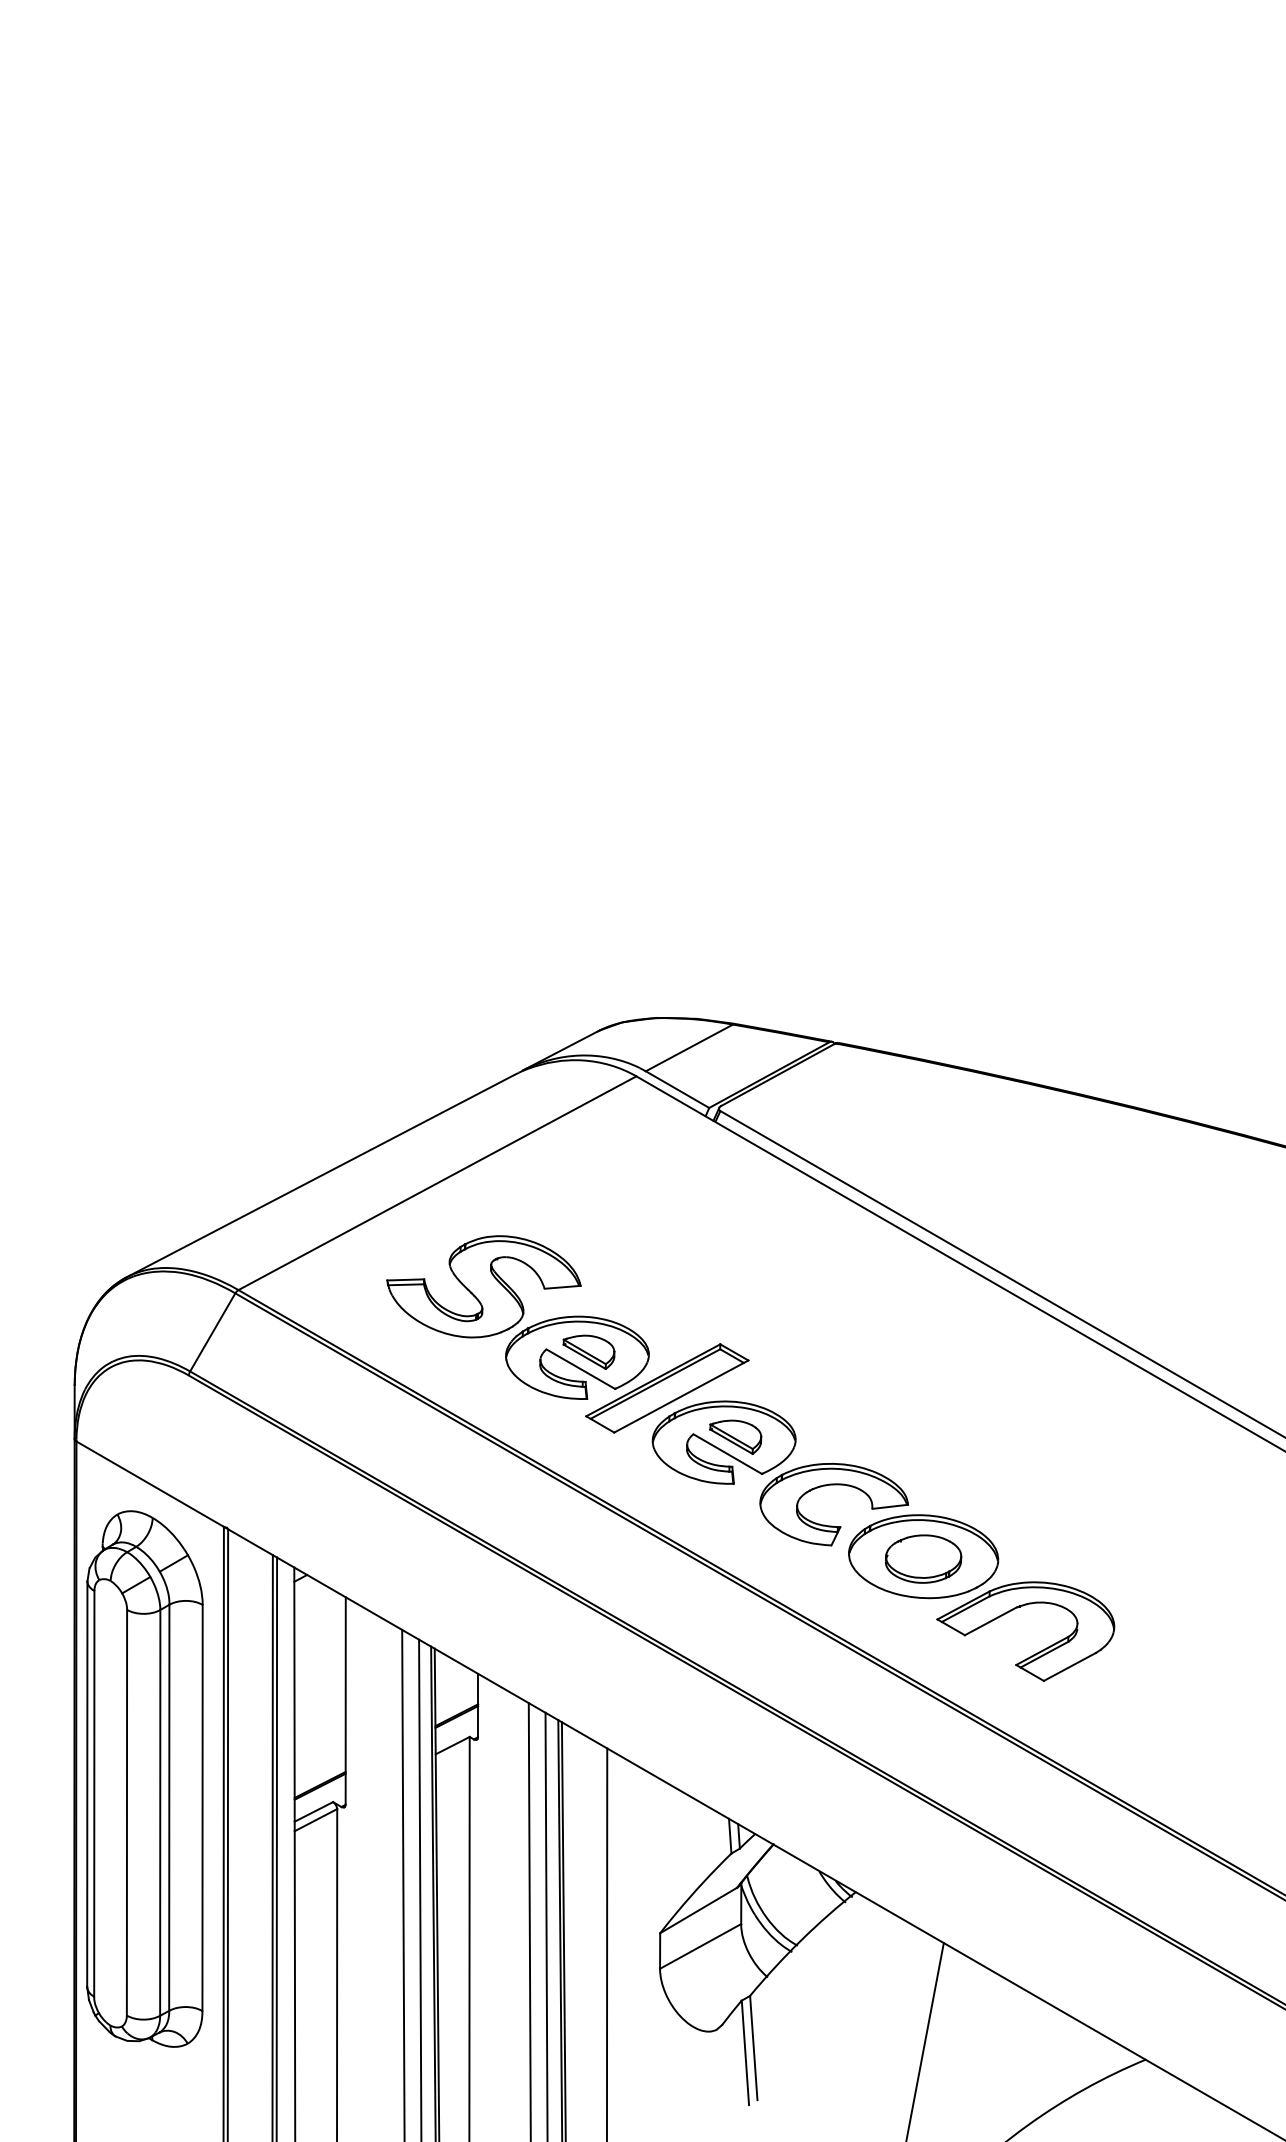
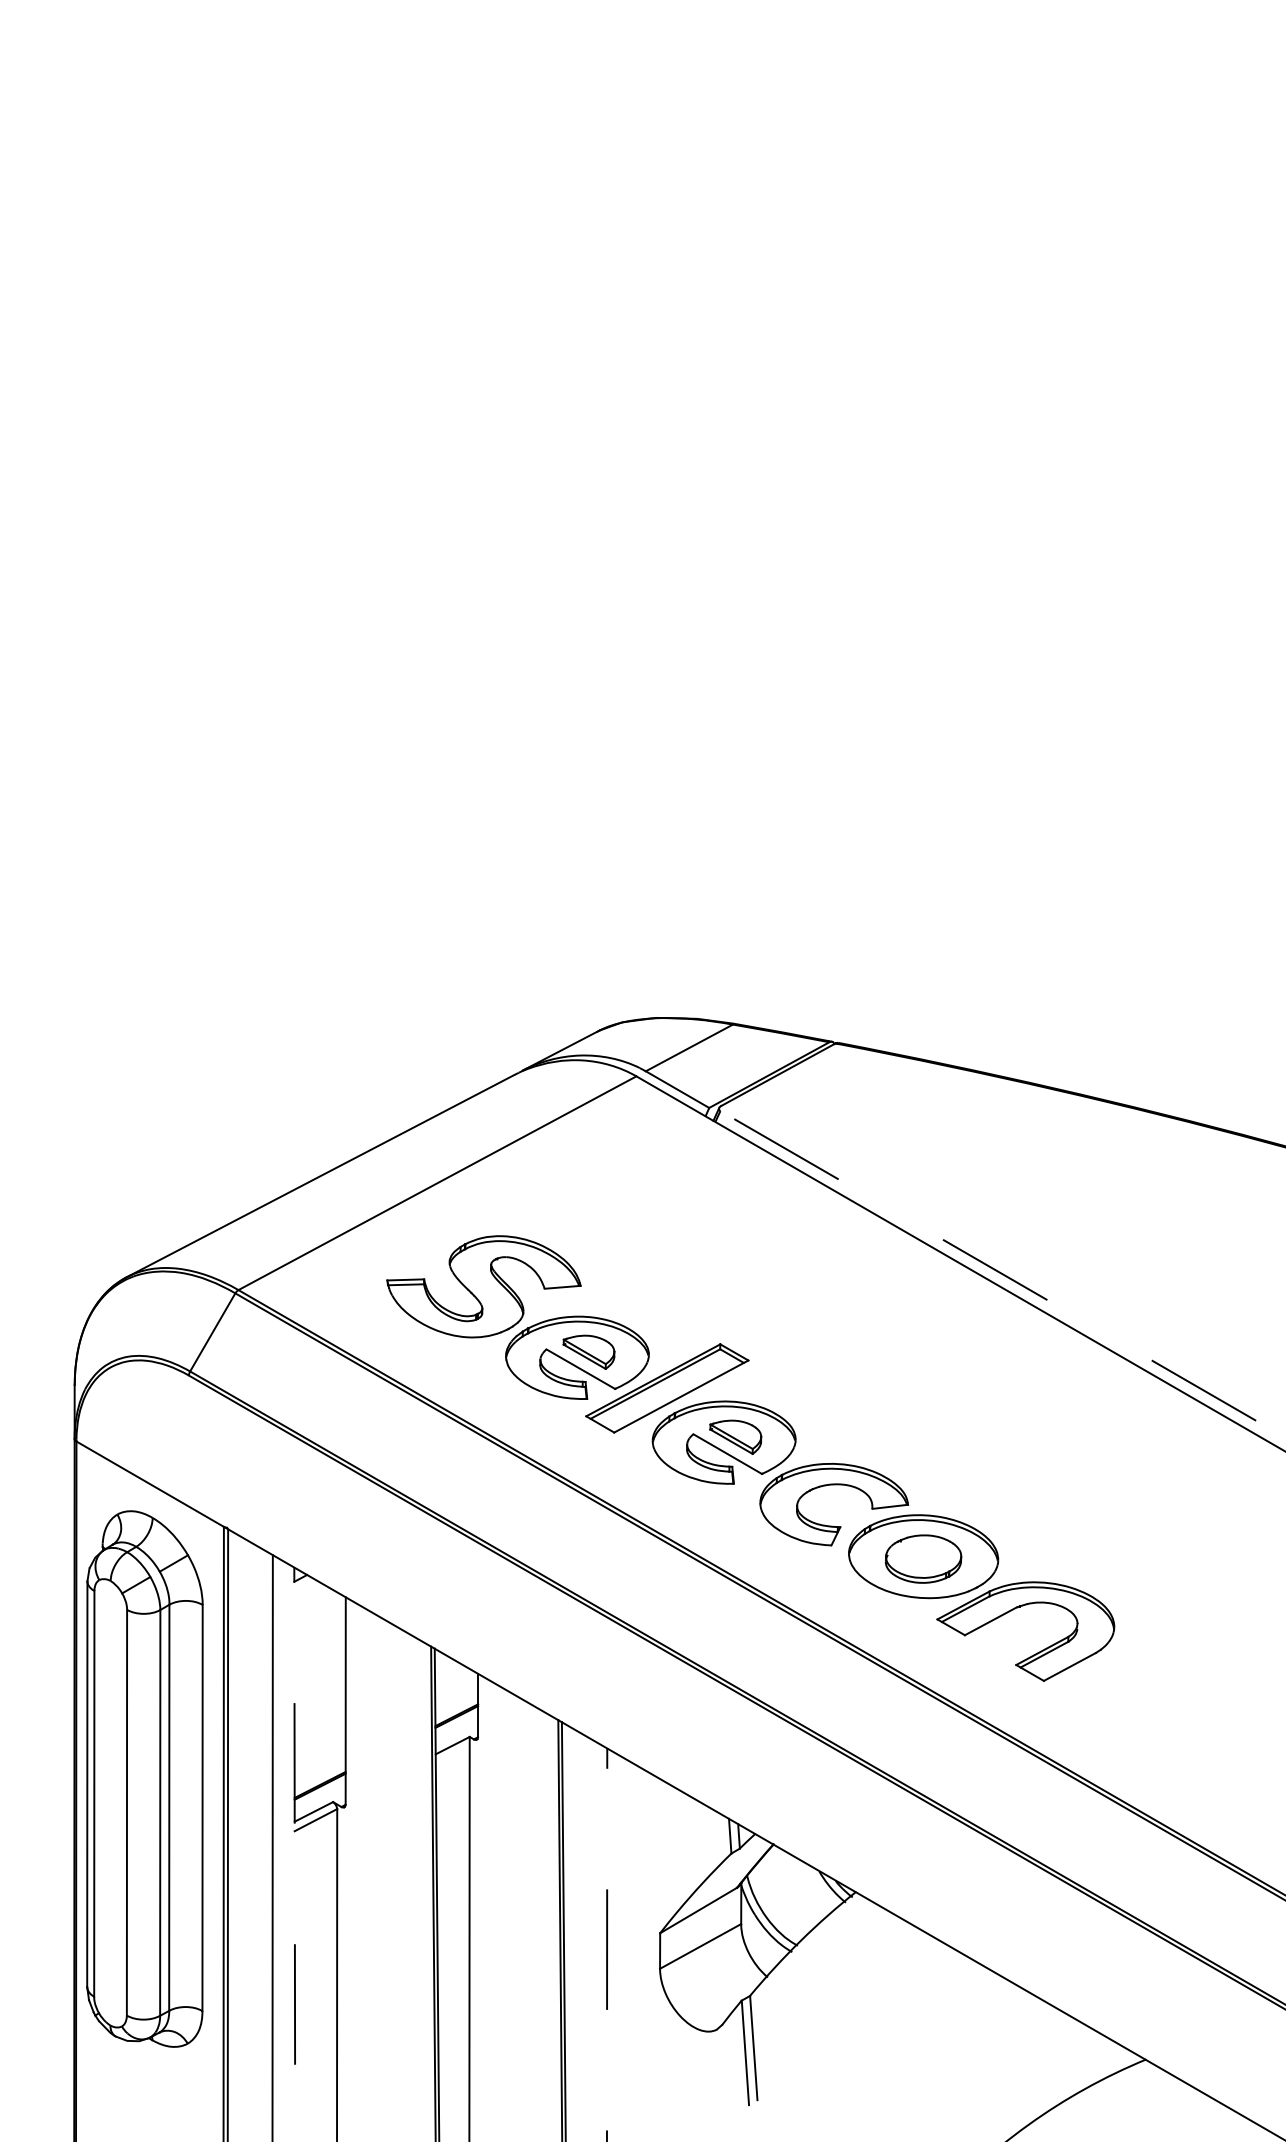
line at (1002, 1274): solid -> dashed
line at (276, 1847): present -> none
line at (294, 1854): solid -> dashed
line at (403, 1883): present -> none
line at (420, 1888): present -> none
line at (529, 1920): present -> none
line at (546, 1925): present -> none
line at (607, 1944): solid -> dashed
line at (924, 2040): present -> none
